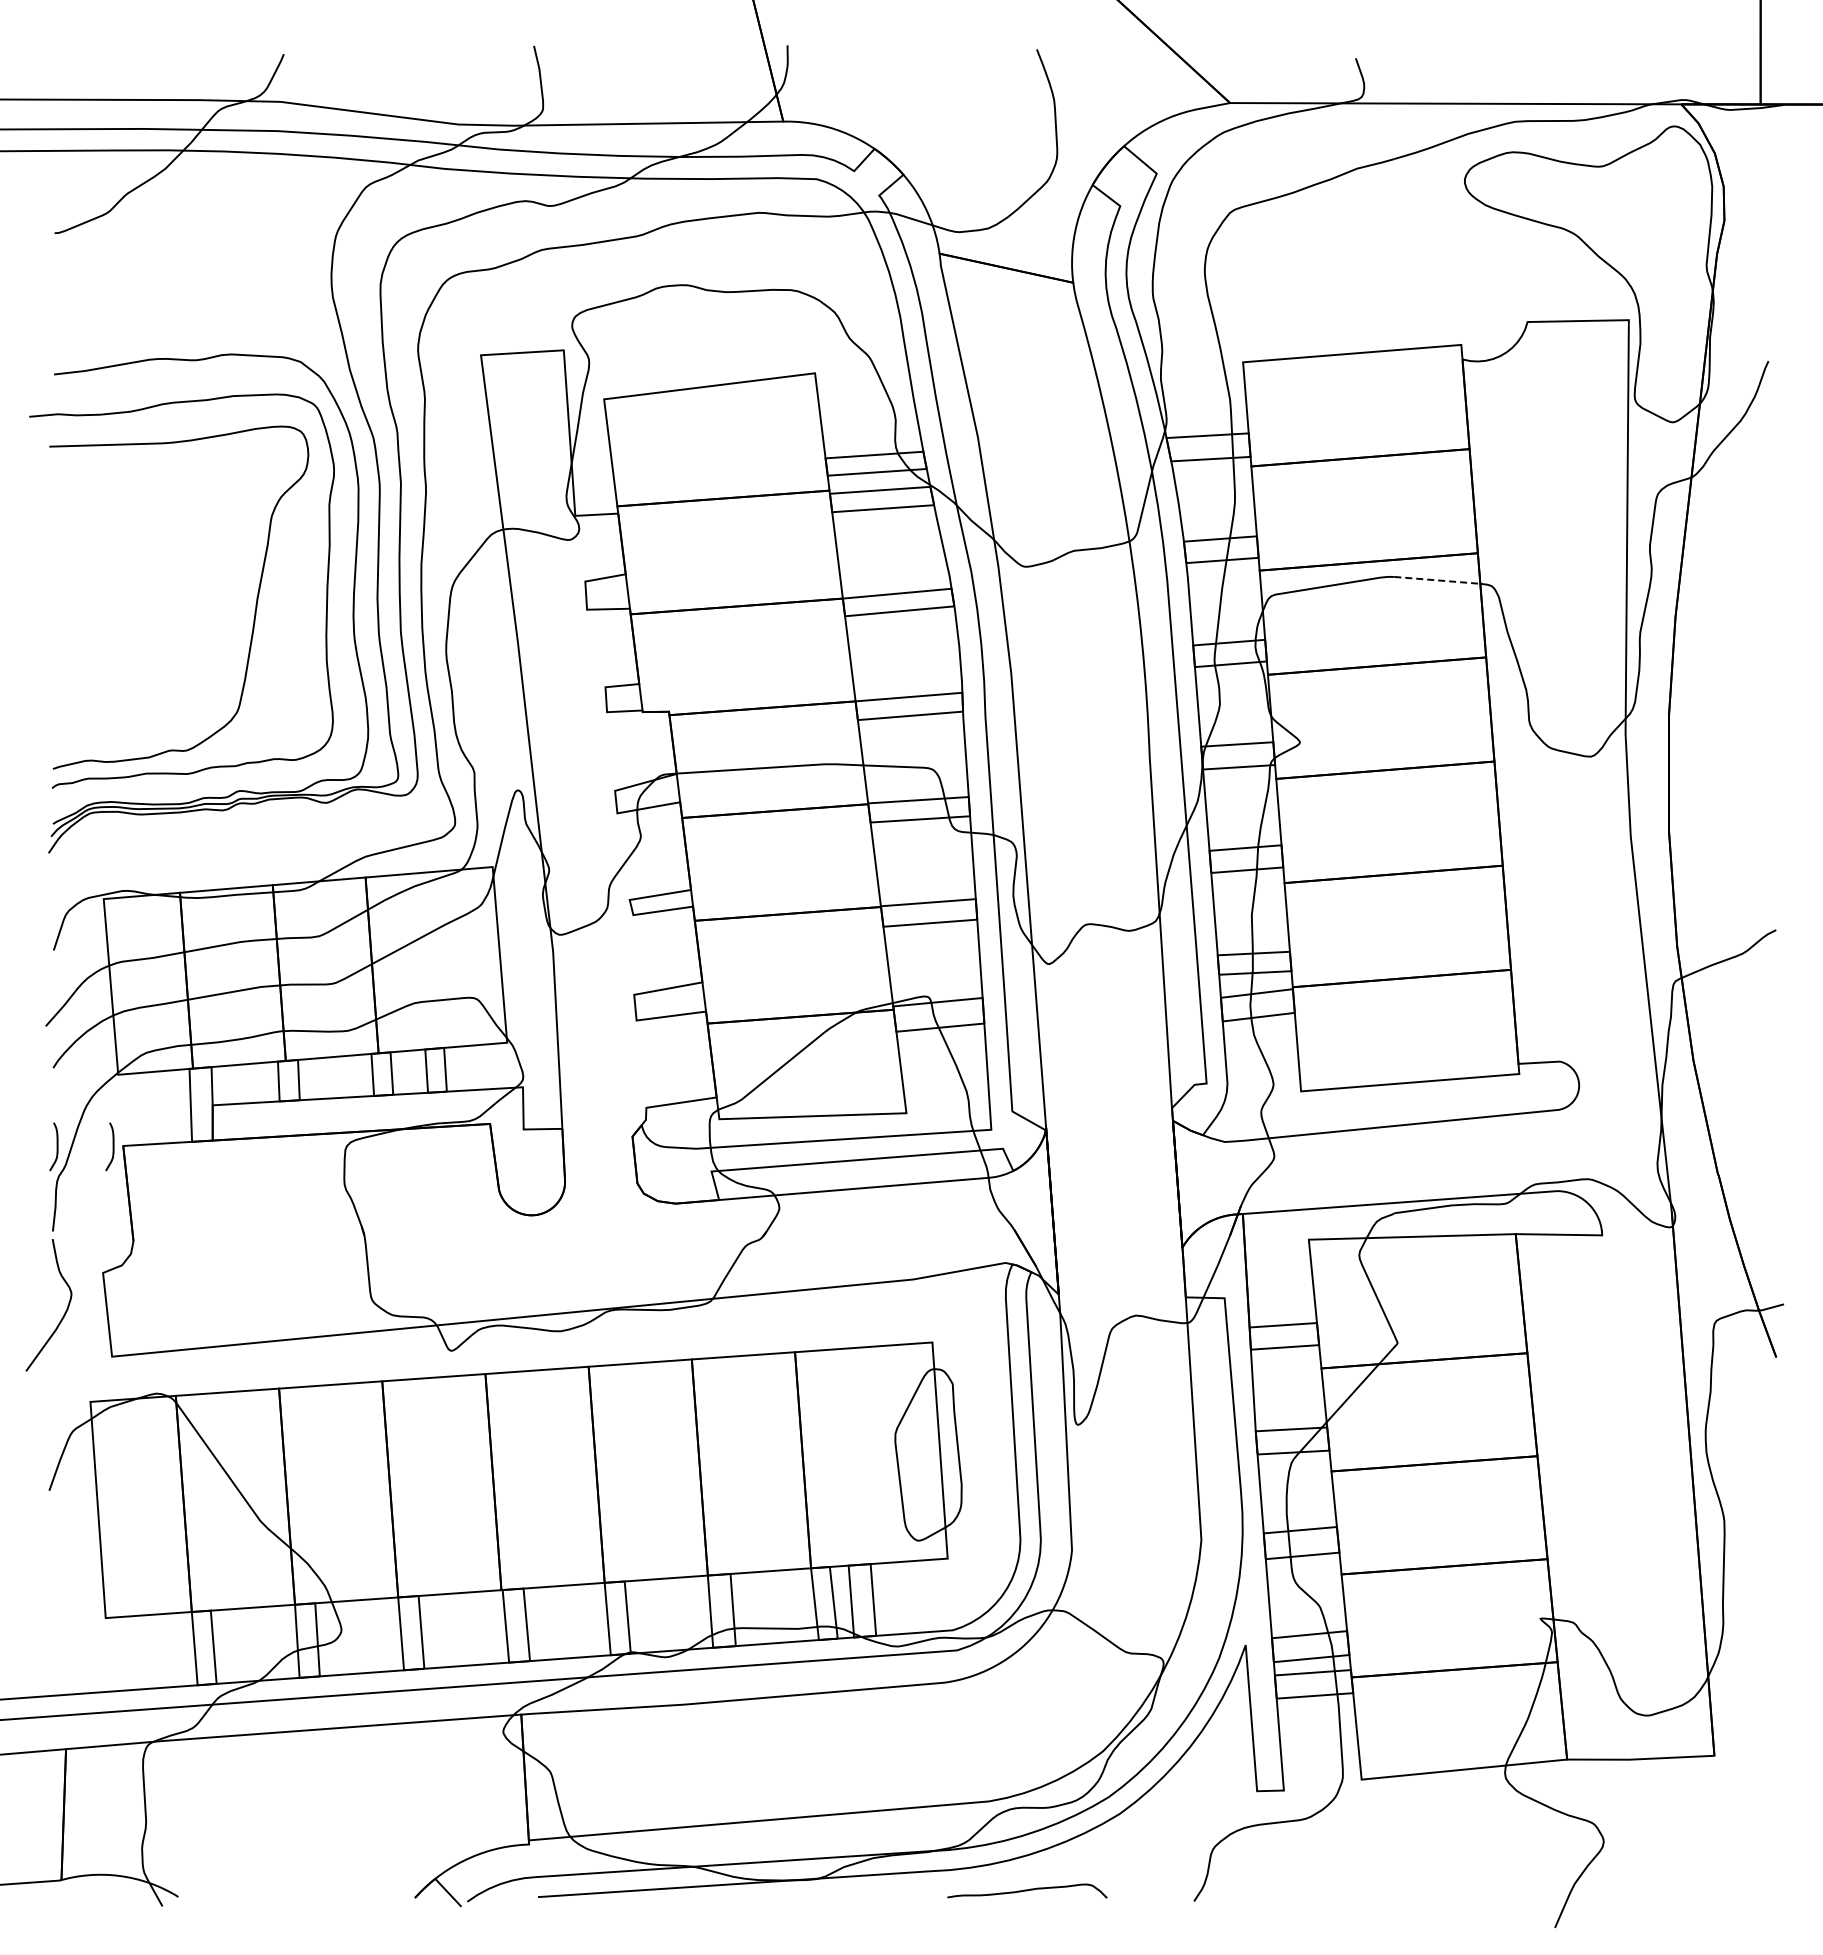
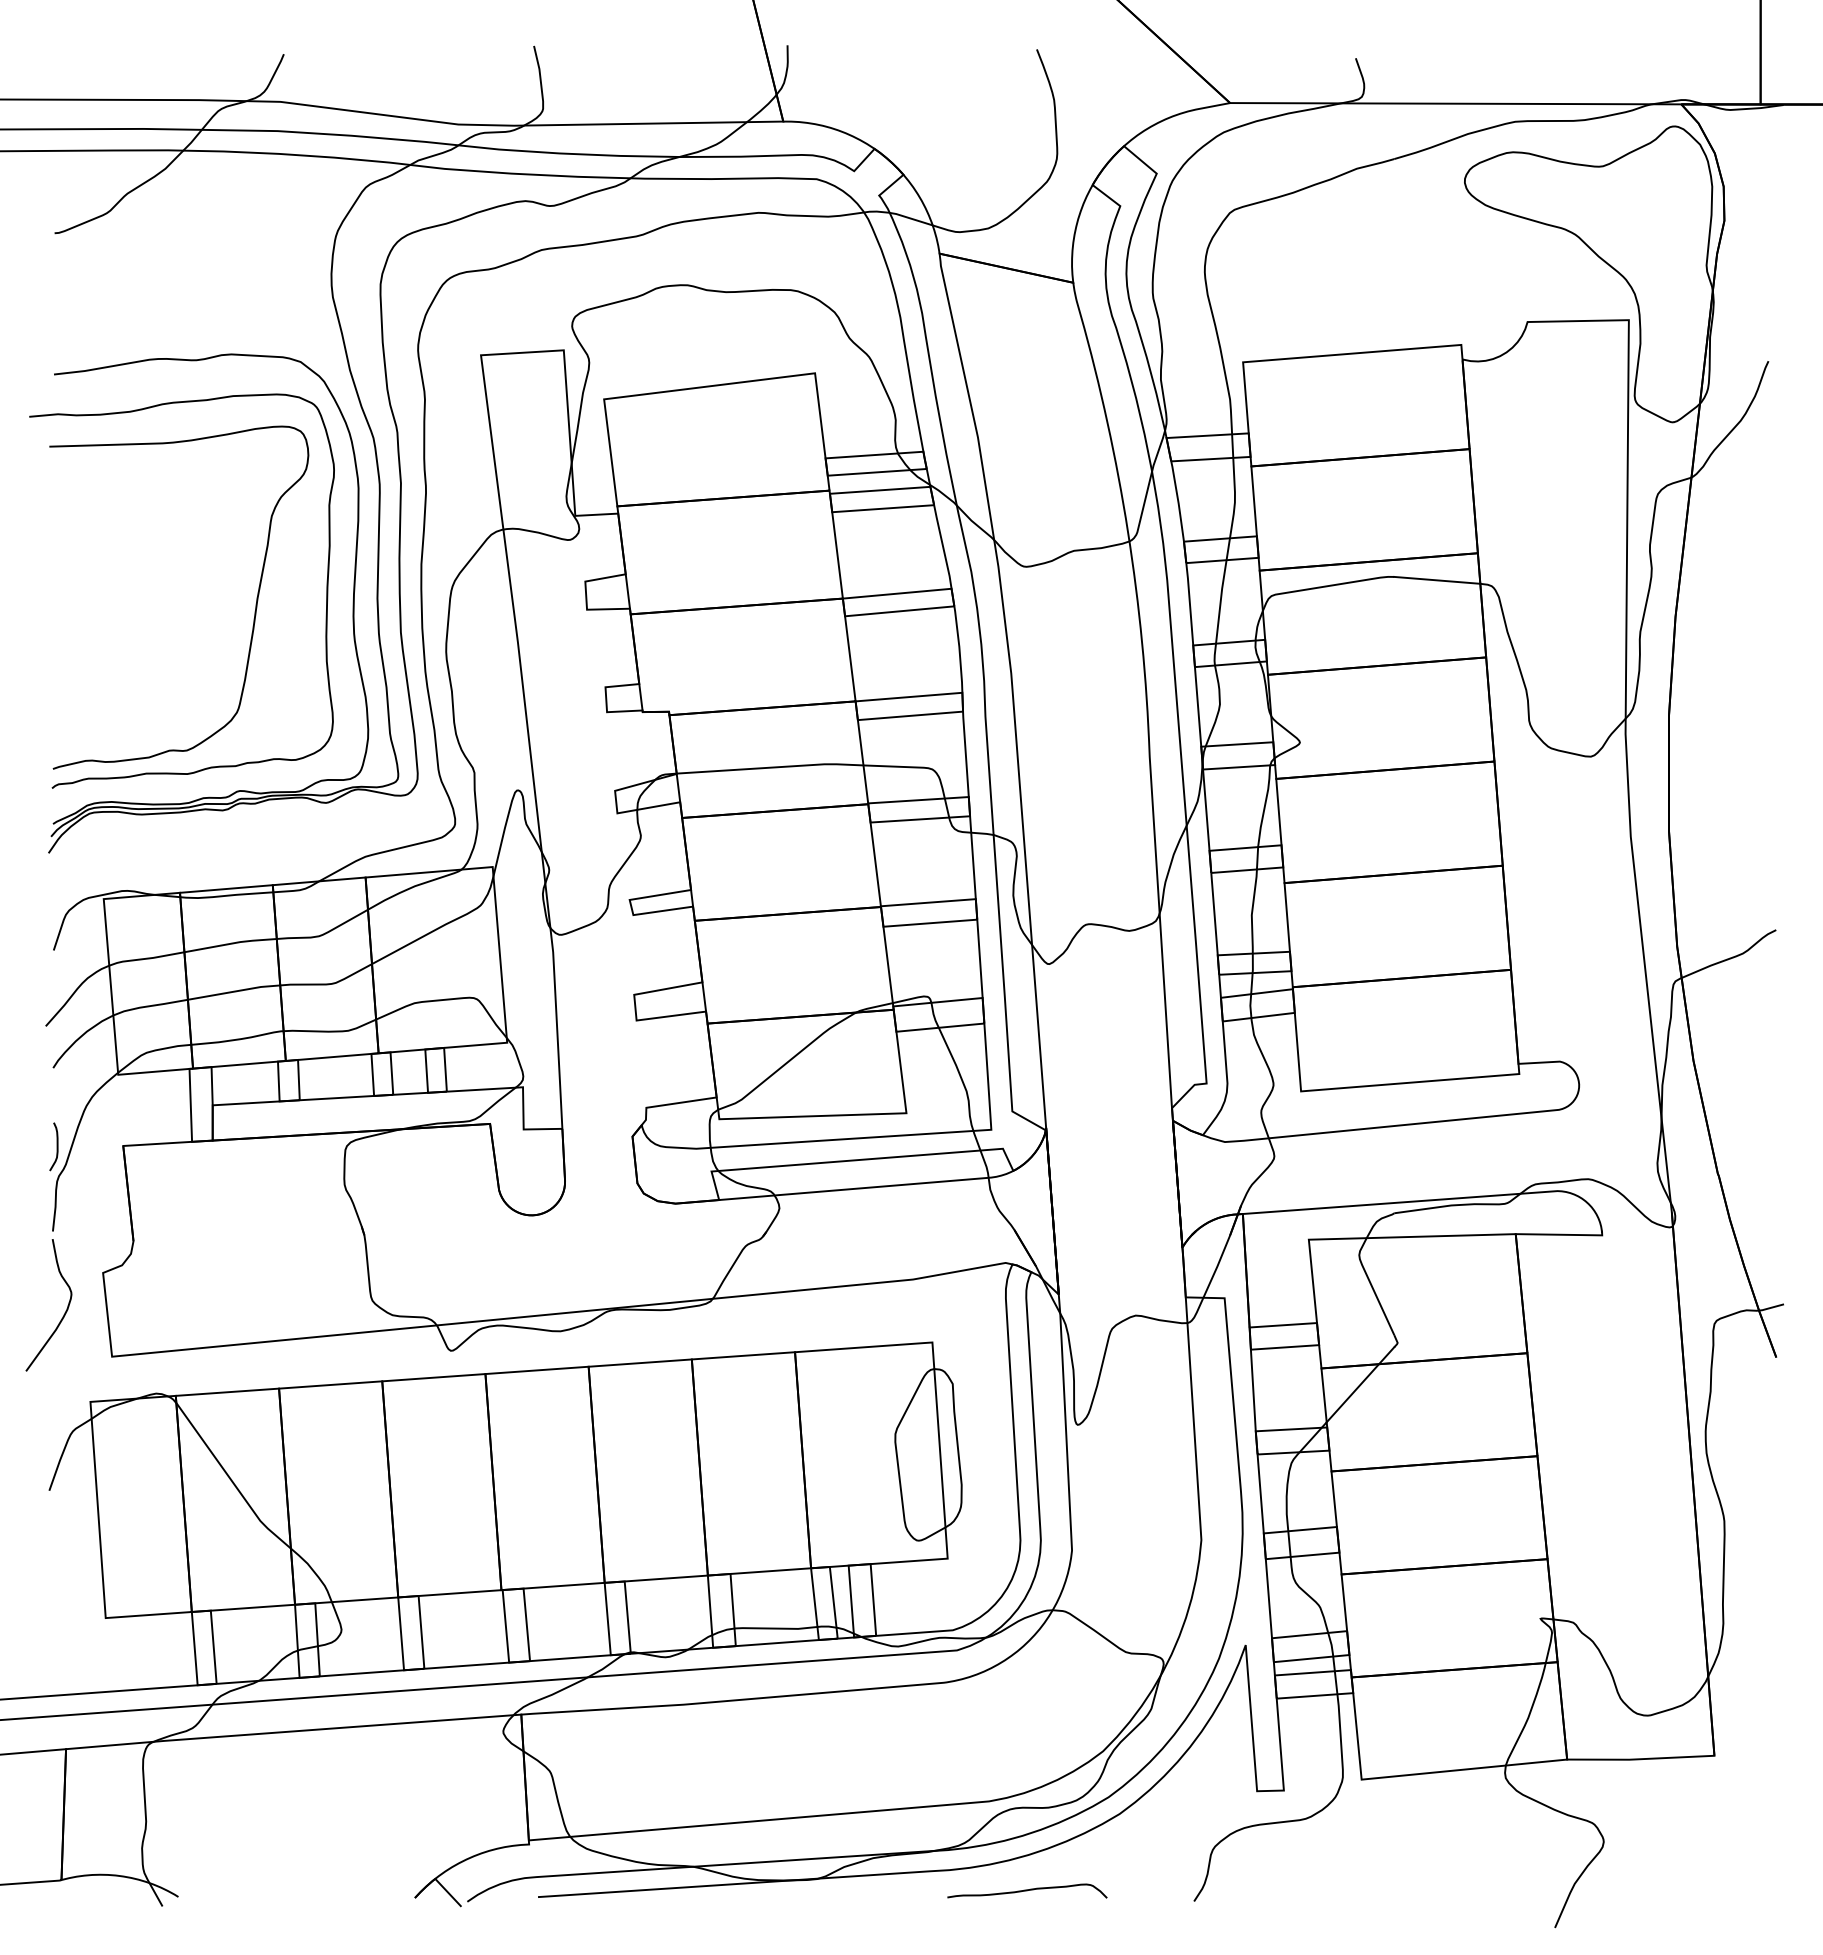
line at (1437, 580): dashed -> solid
curve at (112, 1146): present -> none
